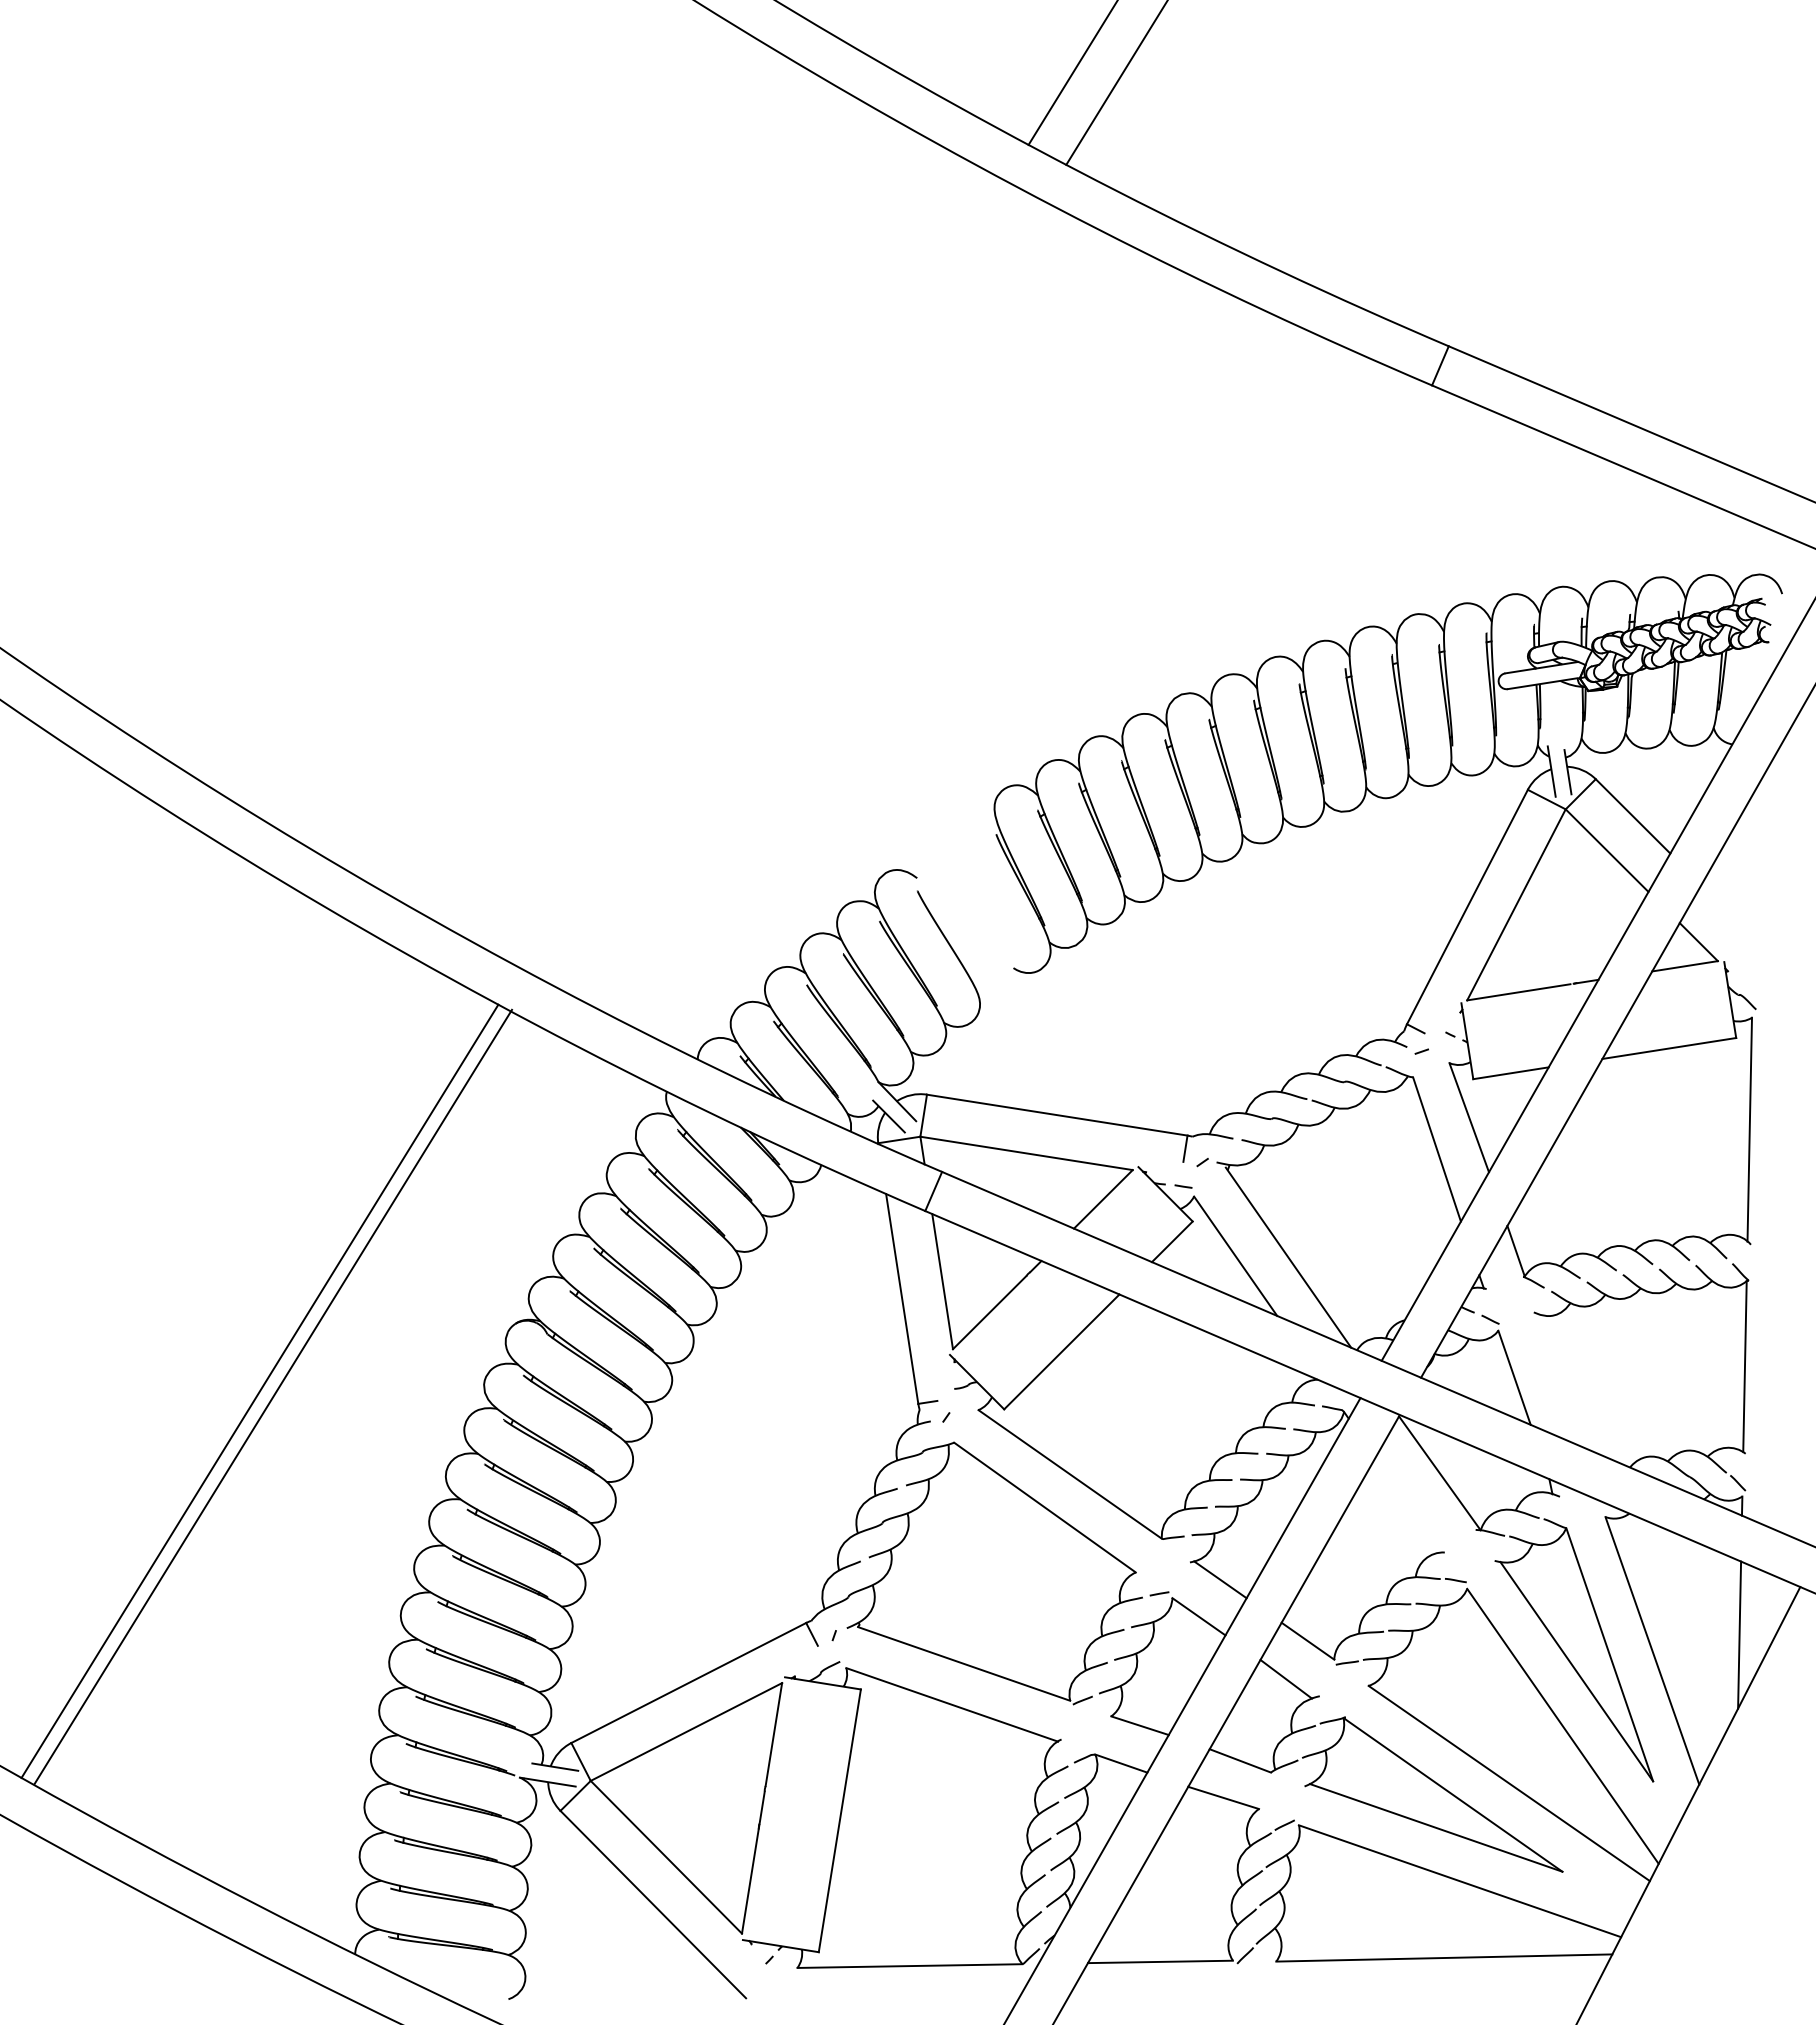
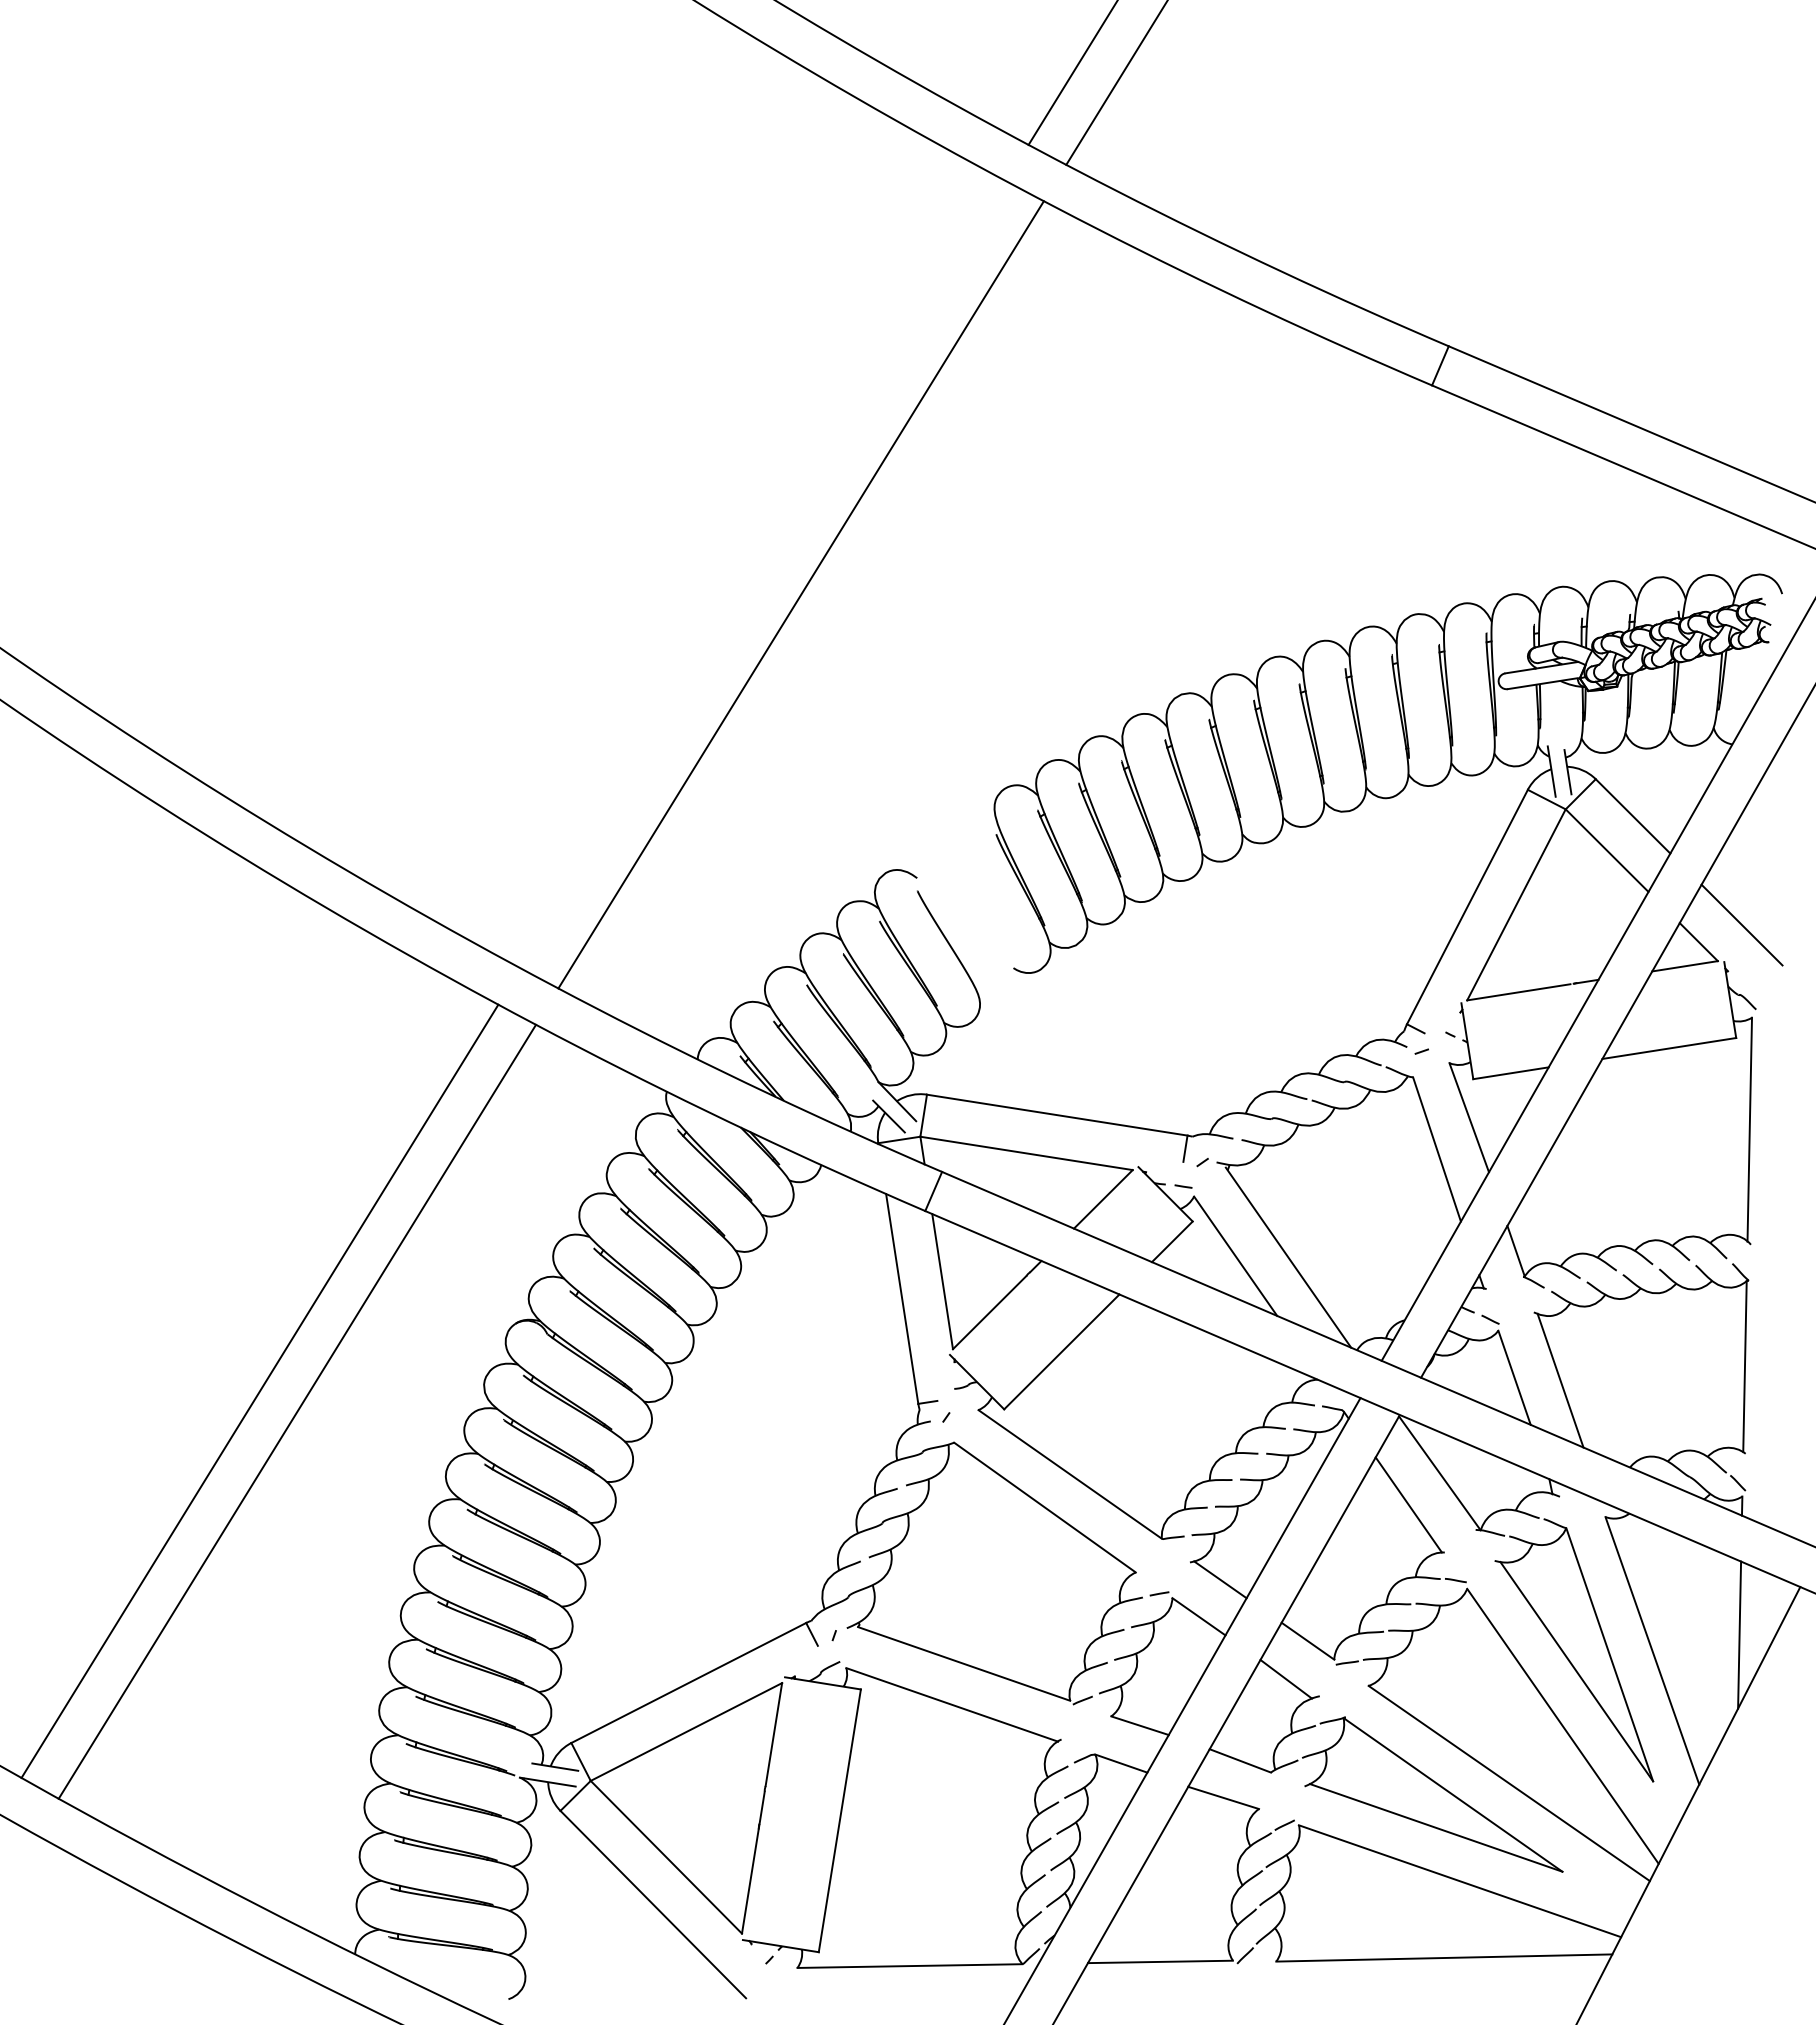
line at (800, 594): none -> present
line at (1741, 924): none -> present
line at (1560, 1380): none -> present
line at (273, 1396) position: (273, 1396) -> (297, 1411)
line at (1408, 1504): none -> present
